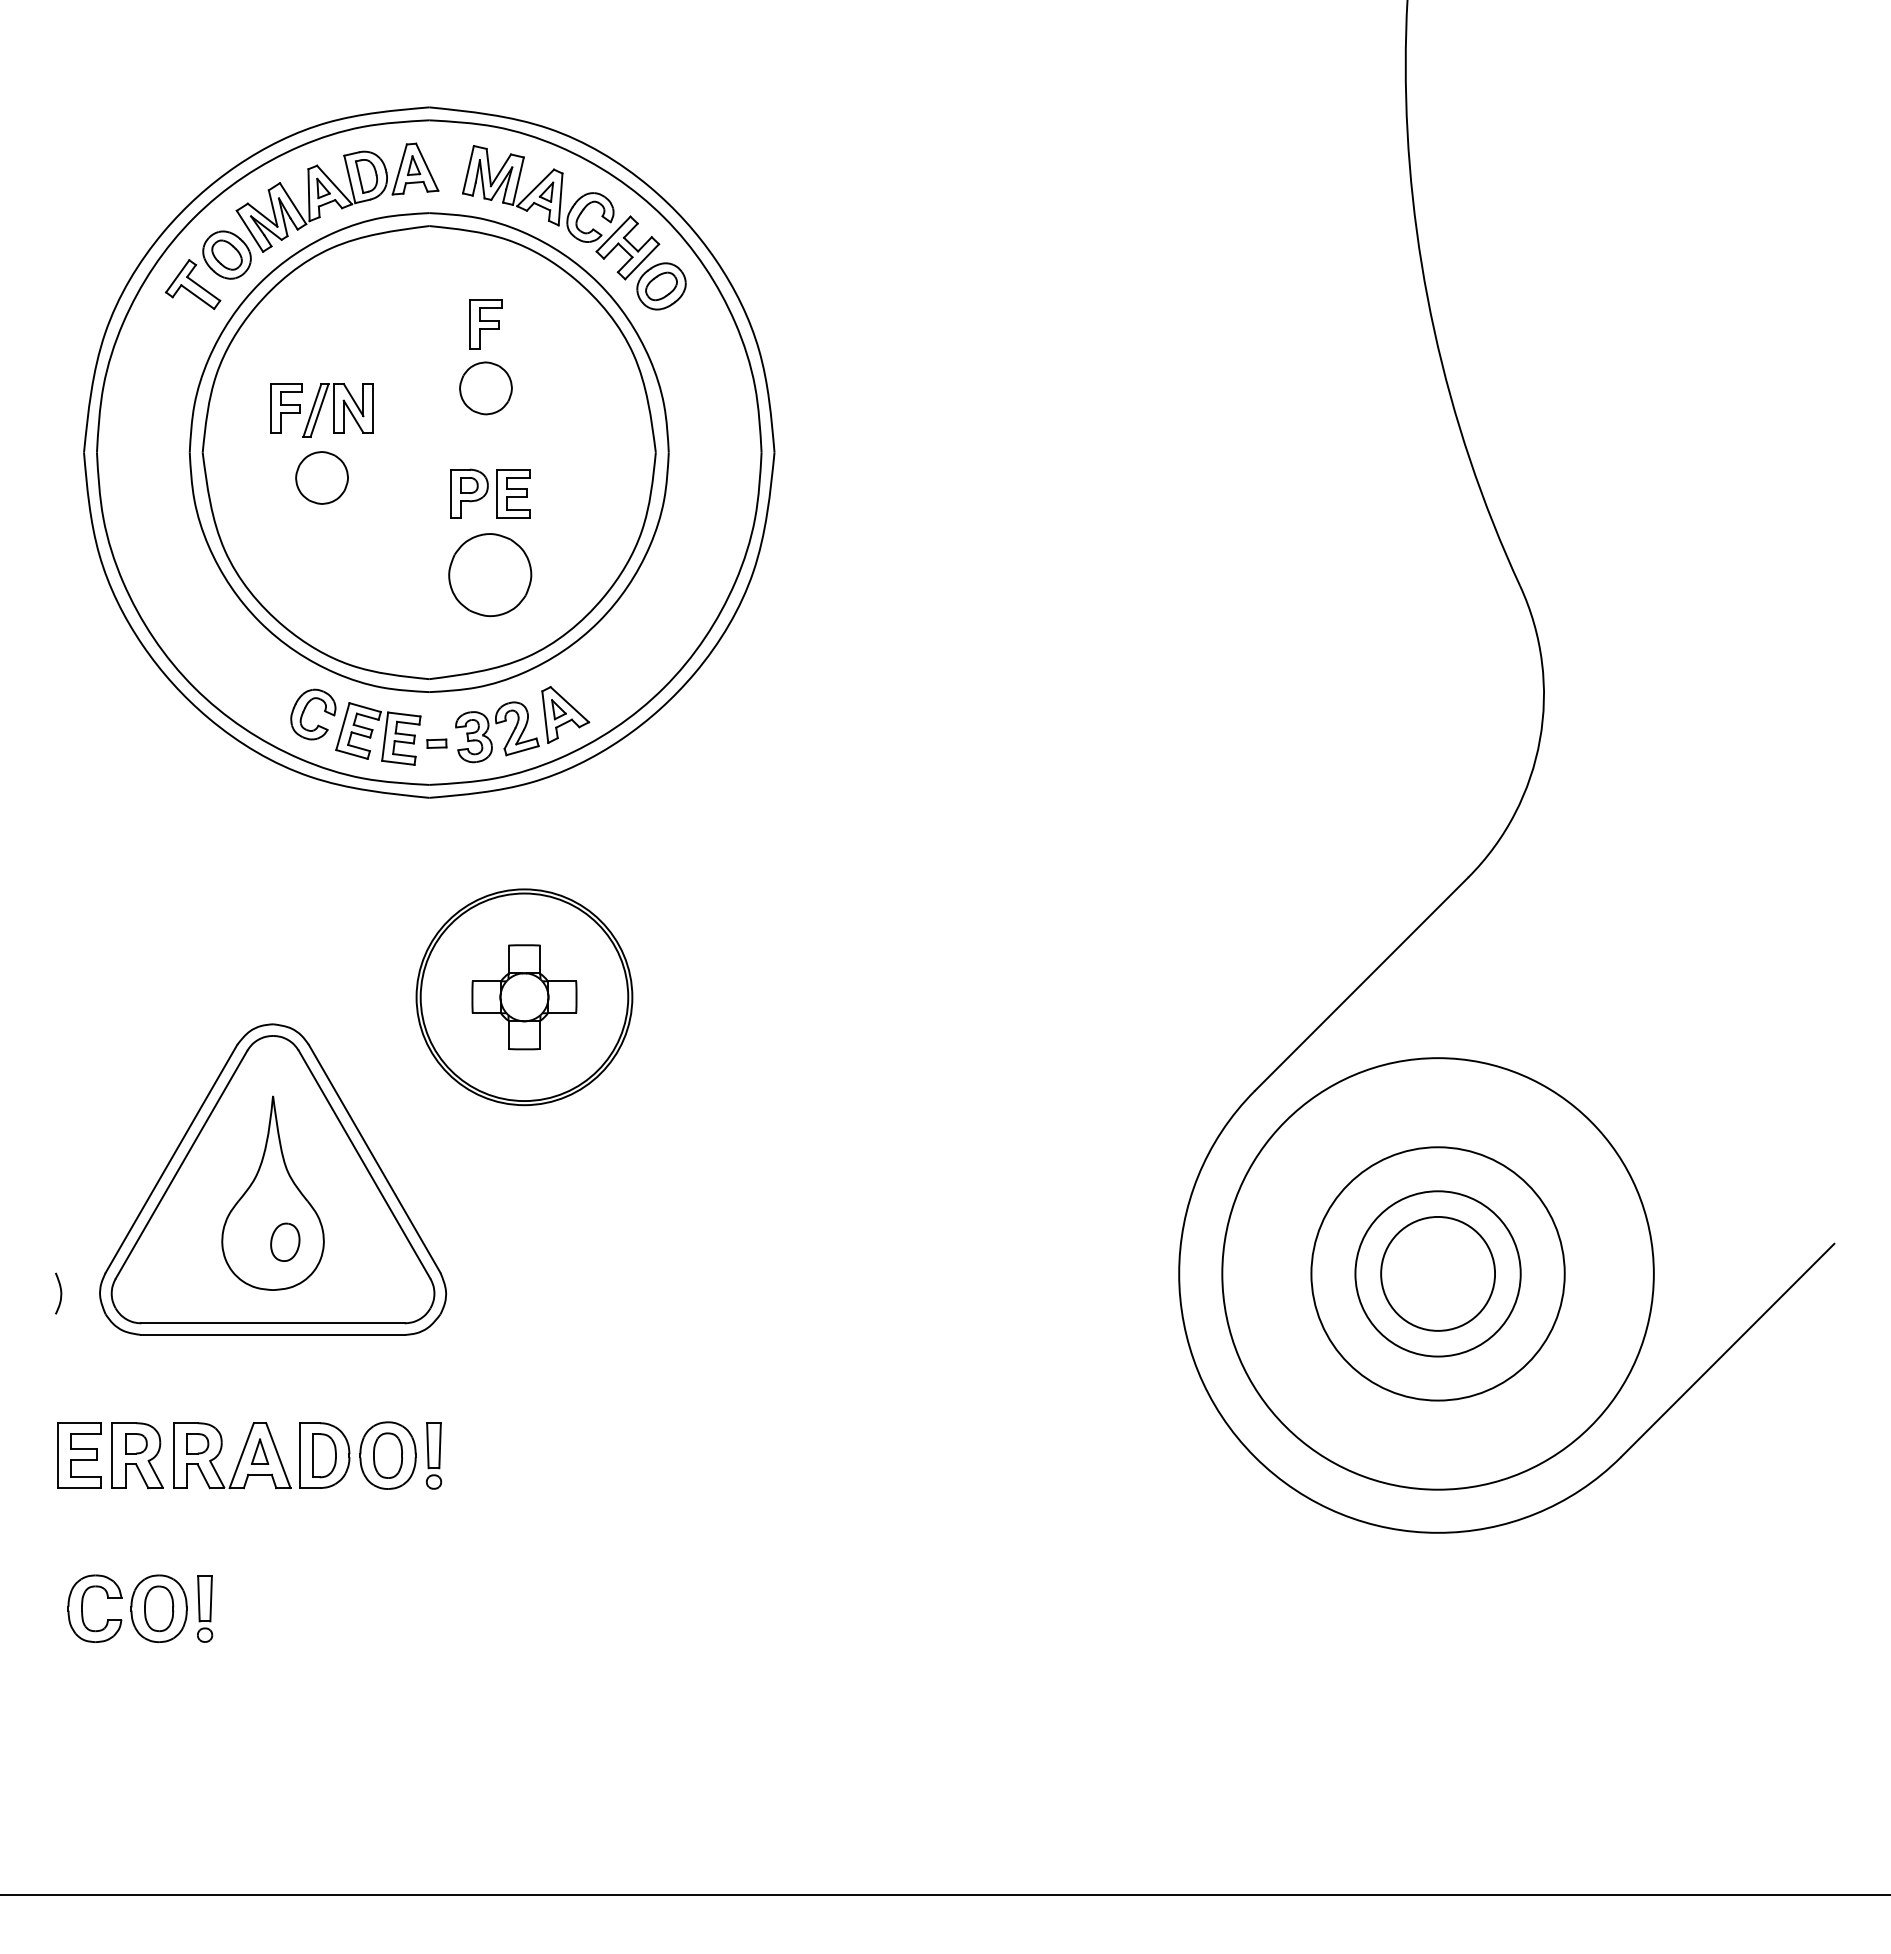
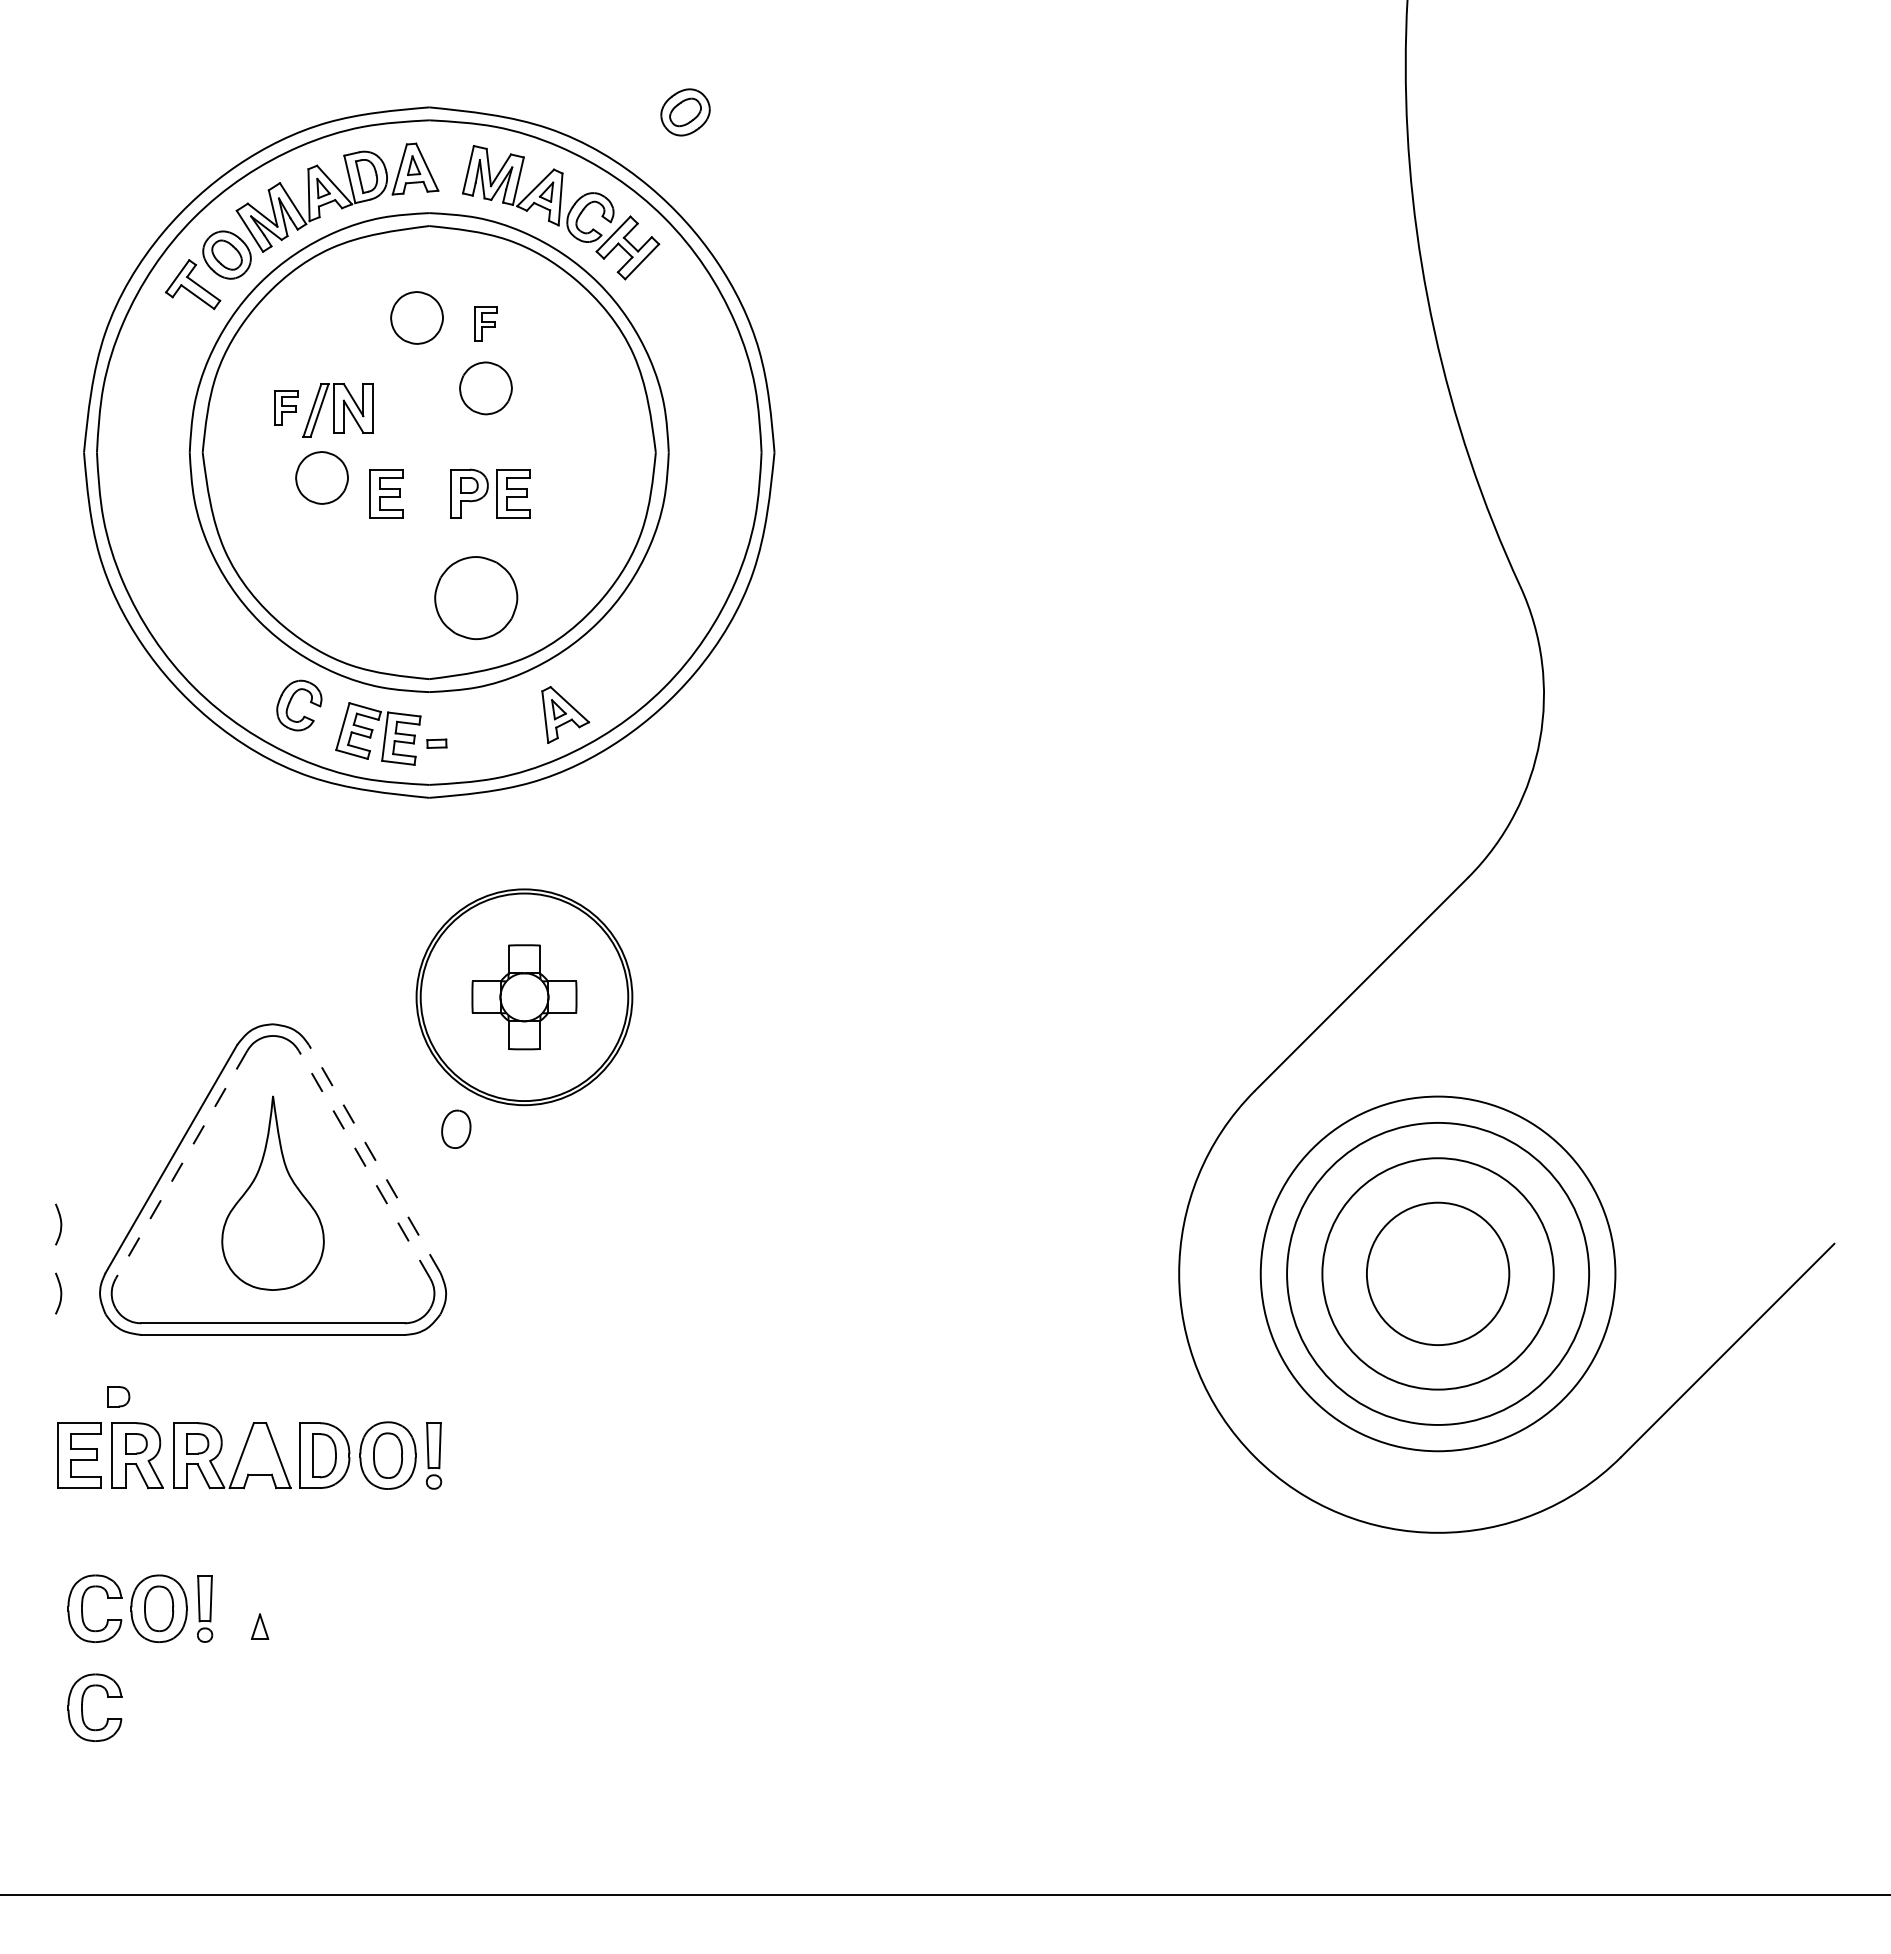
part at (661, 286) position: (661, 286) -> (685, 112)
part at (416, 317): none -> present
part at (485, 324) size: 34x51 px -> 24x36 px
part at (286, 408) size: 33x51 px -> 25x36 px
part at (386, 493): none -> present
part at (490, 575) position: (490, 575) -> (476, 598)
part at (304, 712) position: (304, 712) -> (290, 703)
part at (496, 724): present -> none
line at (374, 1158): solid -> dashed
line at (181, 1164): solid -> dashed
line at (364, 1164): solid -> dashed
curve at (60, 1224): none -> present
part at (285, 1241) position: (285, 1241) -> (456, 1128)
circle at (1437, 1273) diameter: 165 px -> 231 px
circle at (1437, 1273) diameter: 253 px -> 355 px
circle at (1437, 1273) diameter: 432 px -> 302 px
circle at (1438, 1273) diameter: 114 px -> 142 px
part at (118, 1396): none -> present
part at (260, 1451) position: (260, 1451) -> (260, 1626)
part at (82, 1707): none -> present
